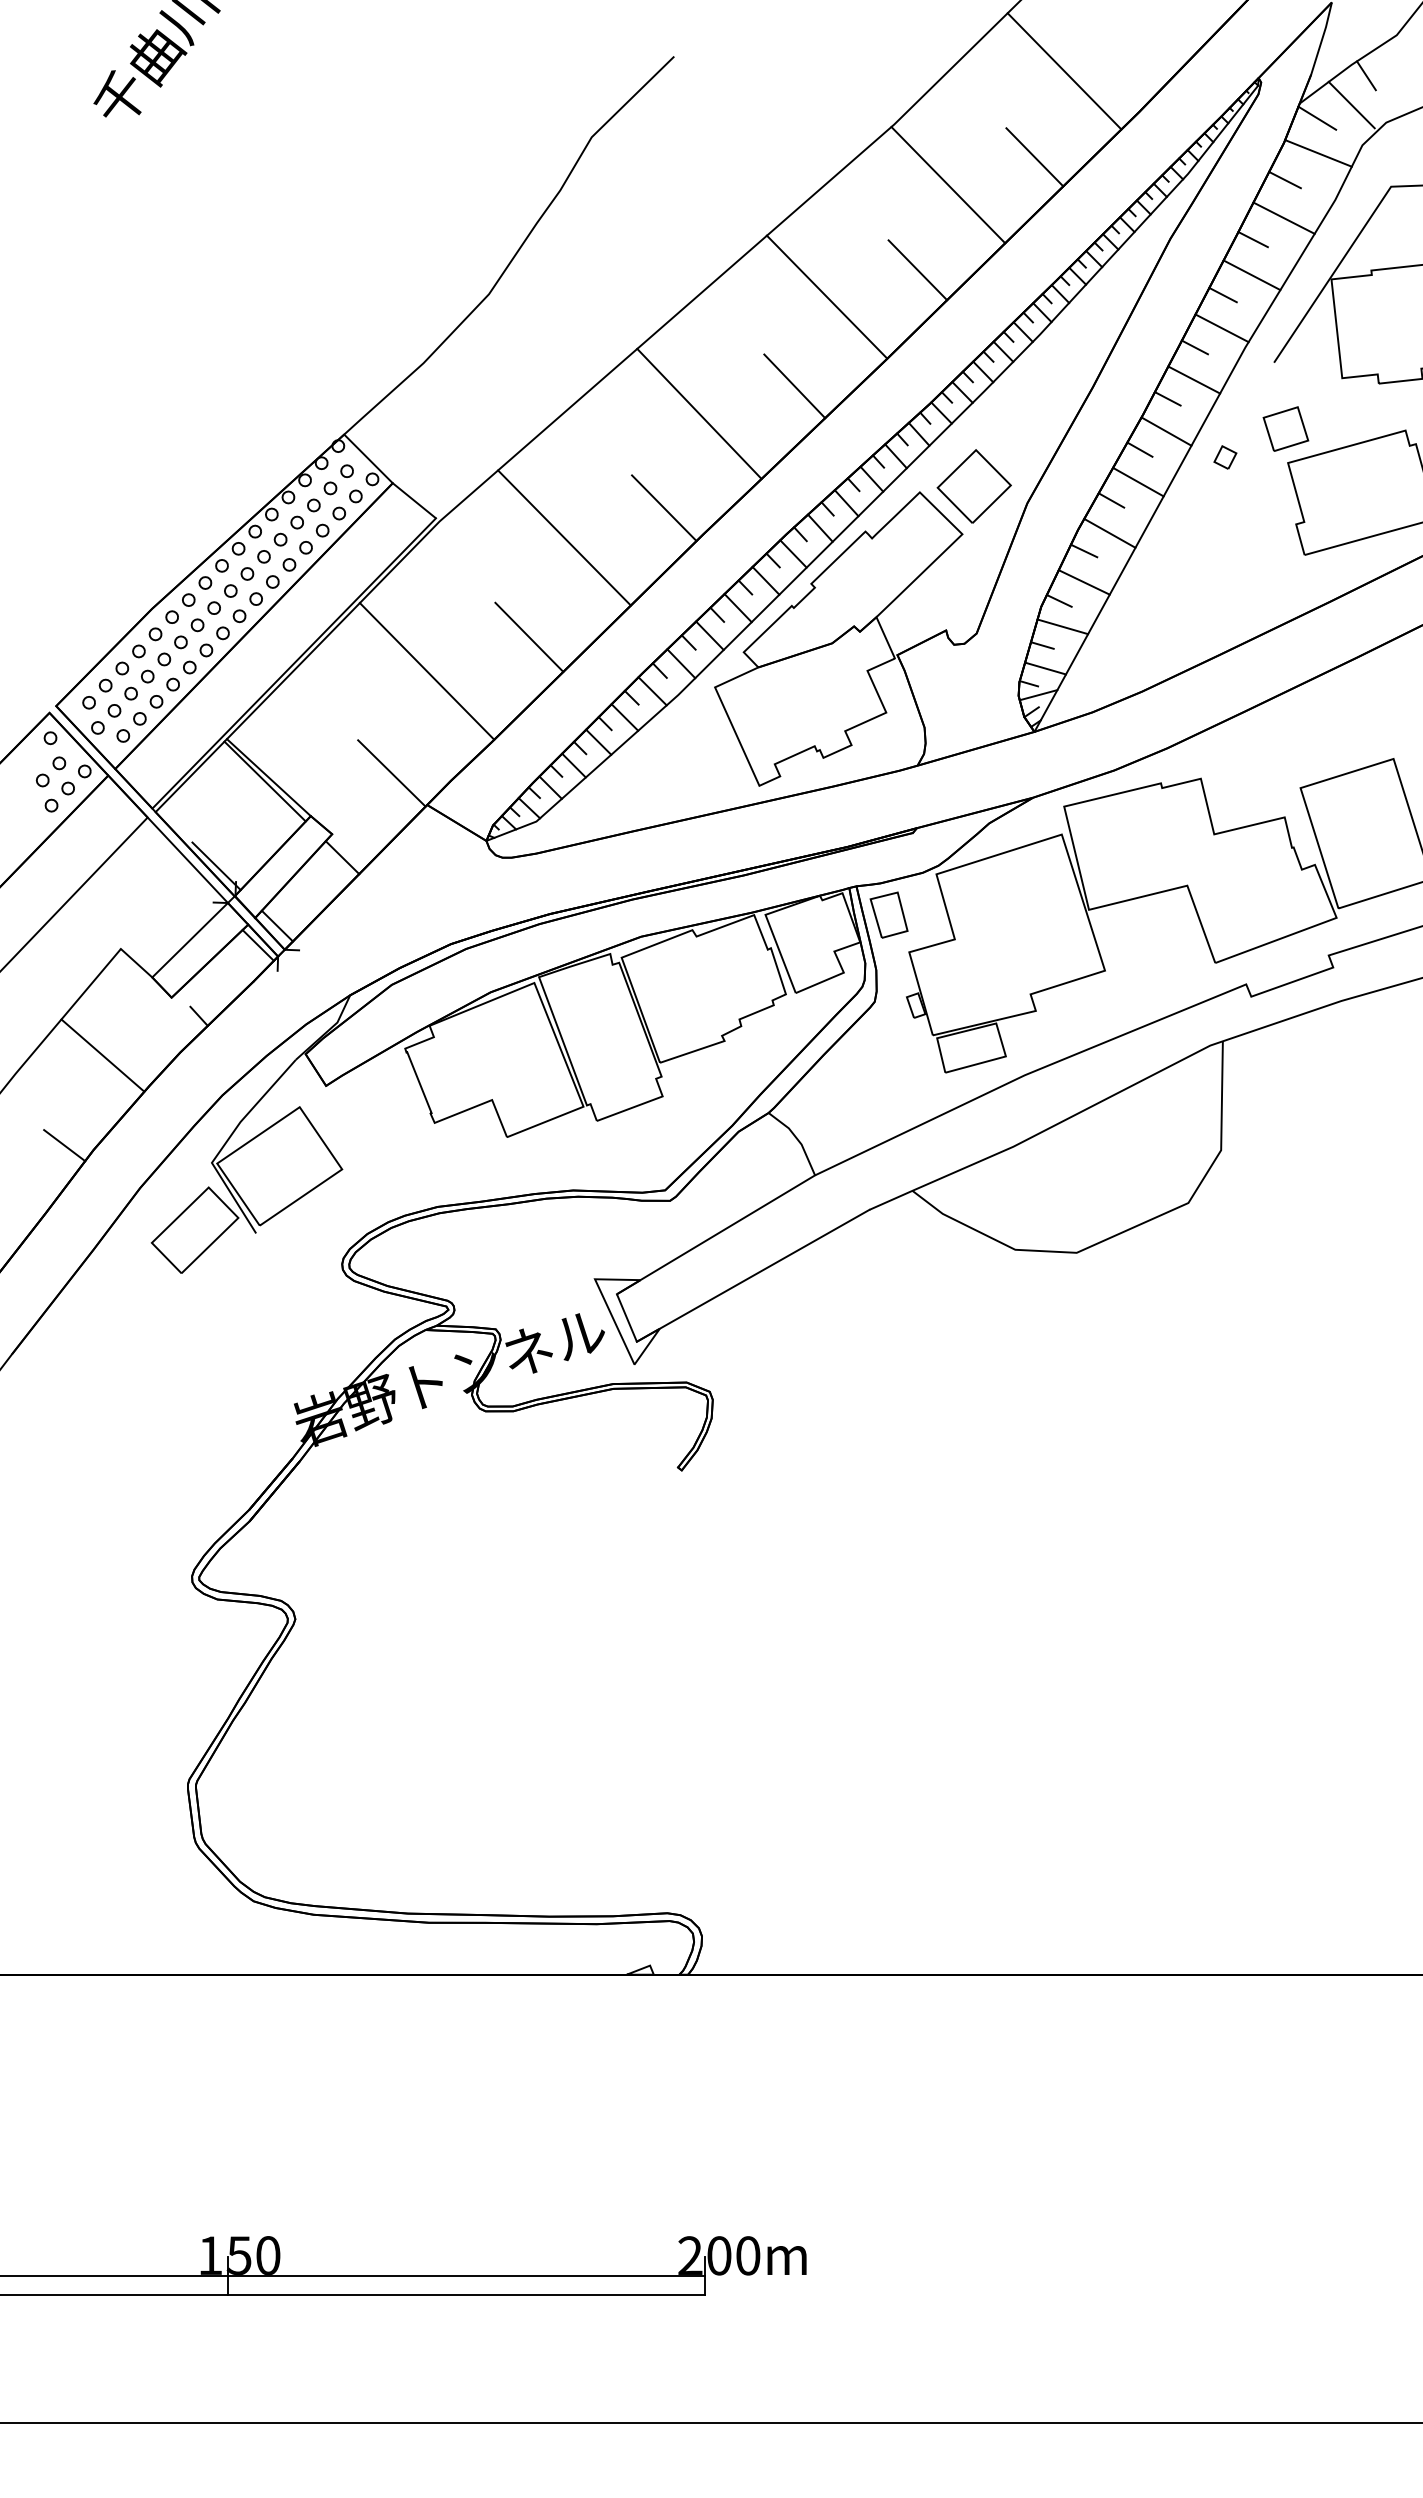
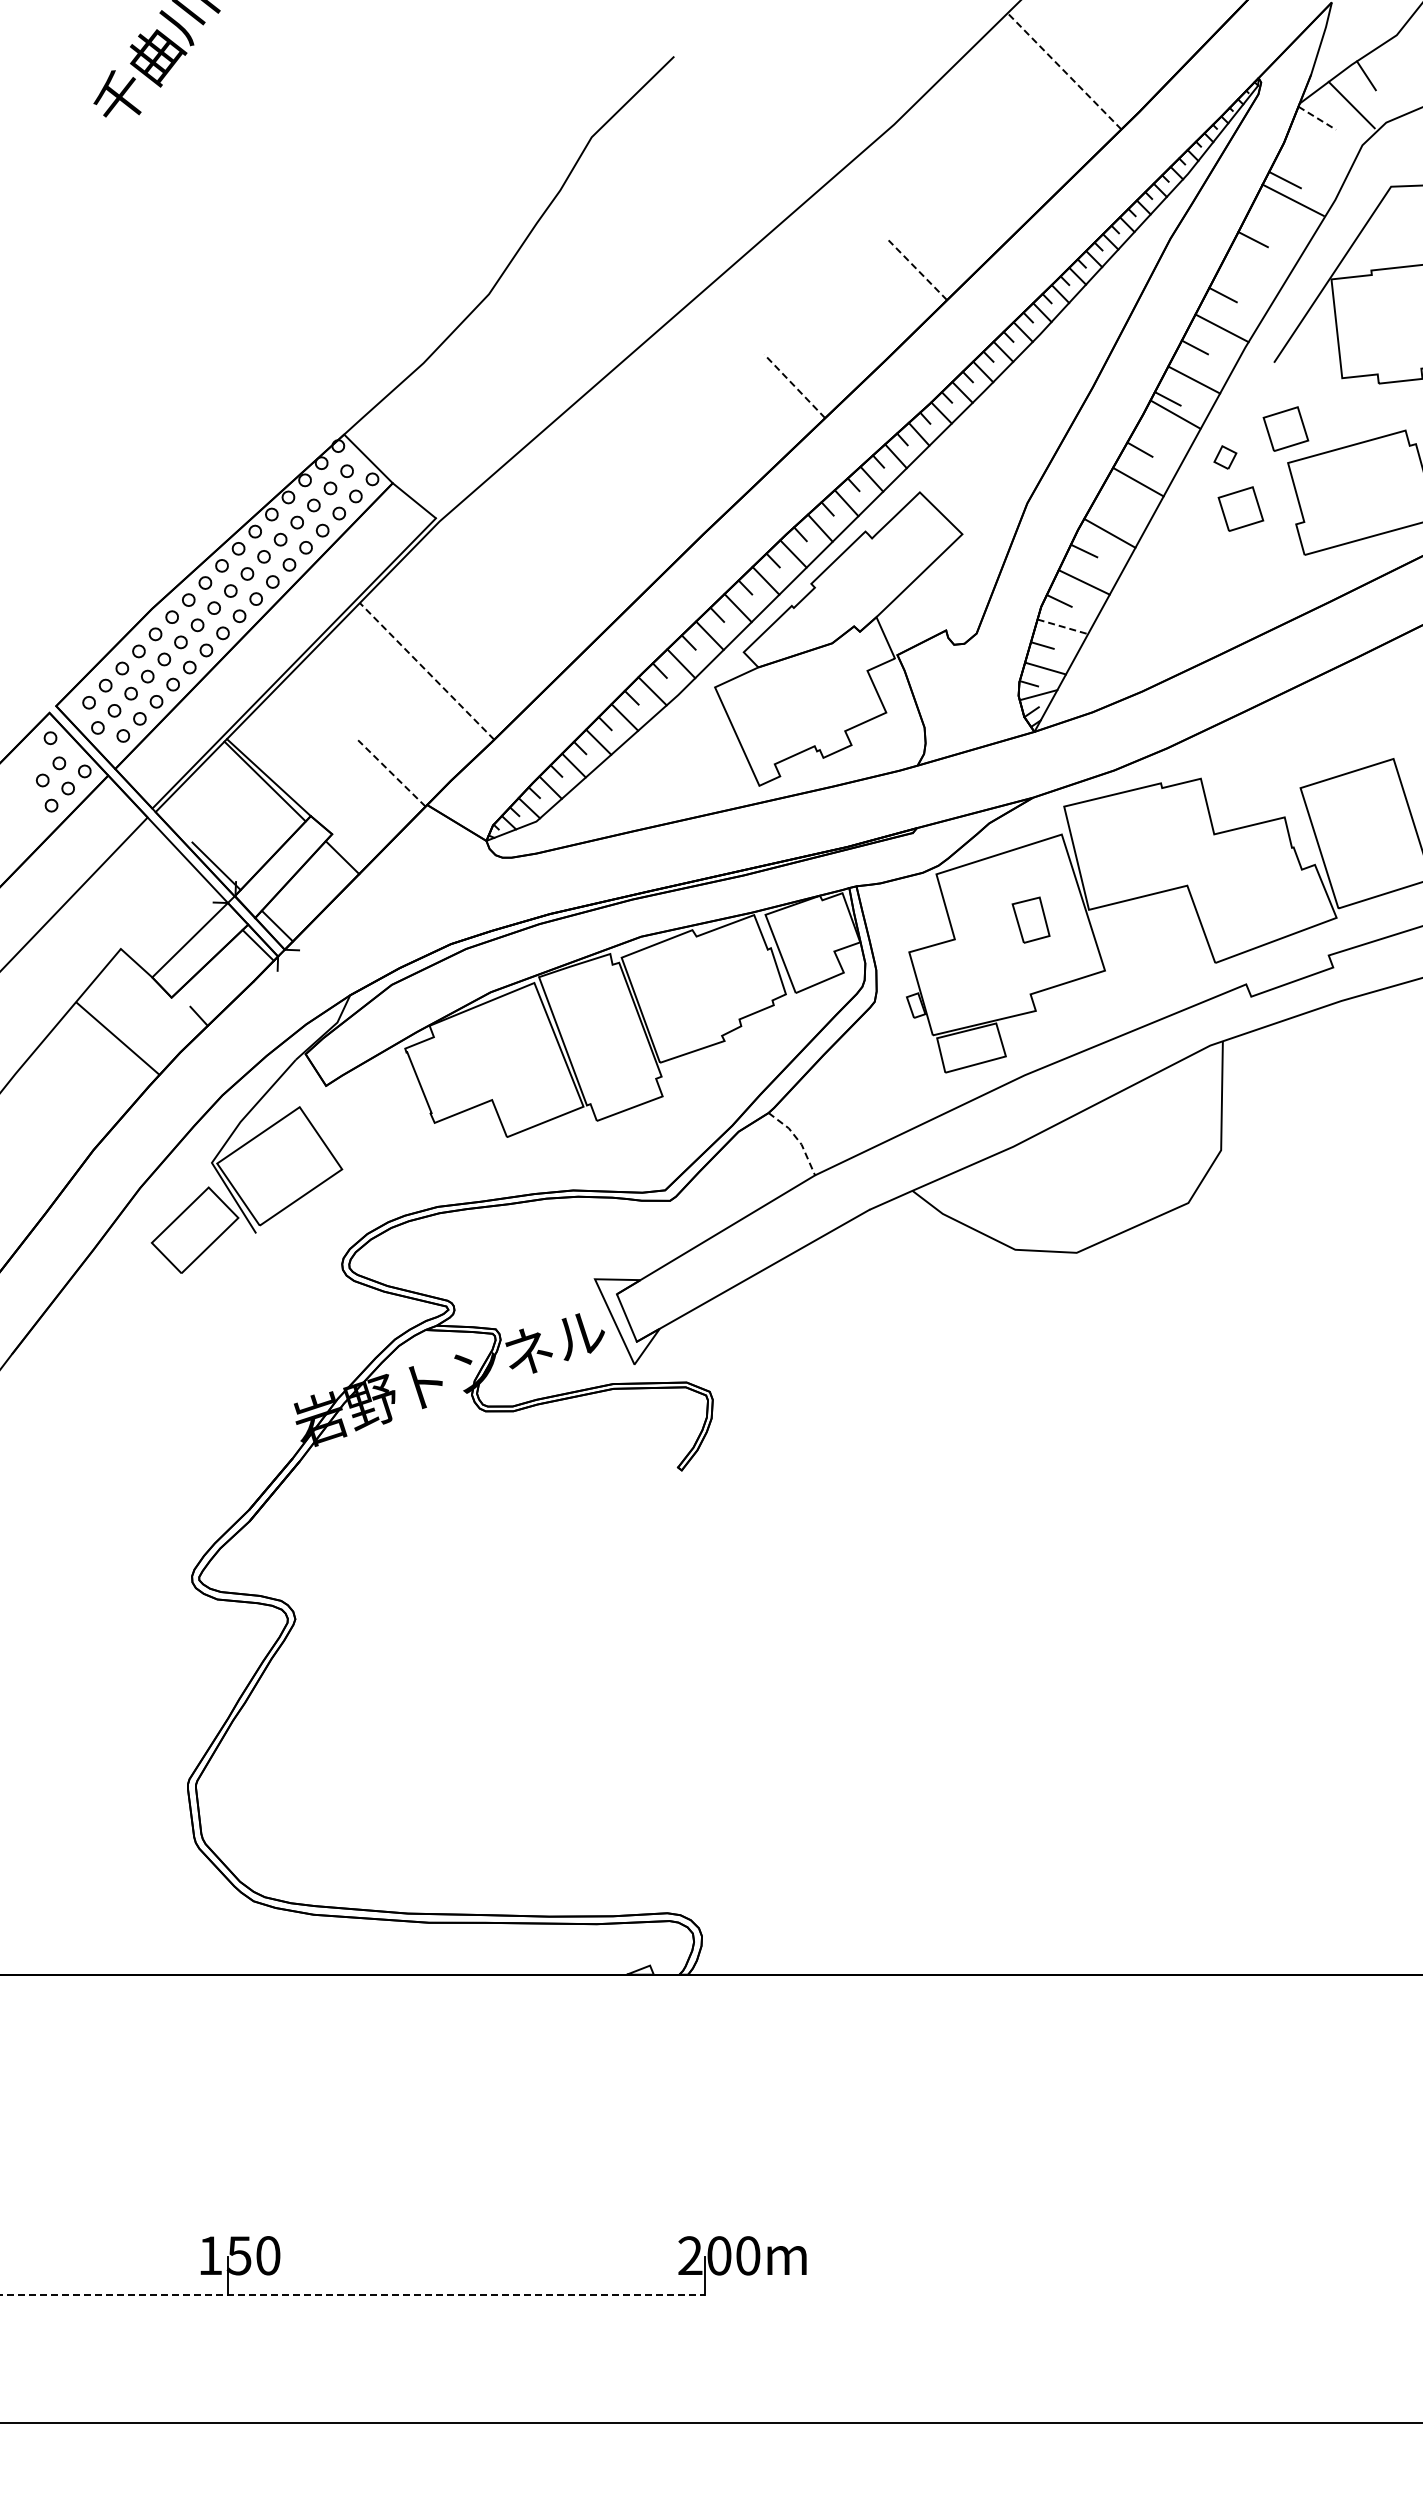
line at (1064, 71): solid -> dashed
line at (1317, 118): solid -> dashed
line at (1318, 153): present -> none
line at (1034, 157): present -> none
line at (948, 185): present -> none
line at (1283, 217) position: (1283, 217) -> (1292, 199)
line at (917, 270): solid -> dashed
line at (1251, 275): present -> none
line at (826, 296): present -> none
line at (794, 386): solid -> dashed
line at (699, 413): present -> none
line at (1166, 431) position: (1166, 431) -> (1175, 414)
part at (973, 486): present -> none
line at (1111, 500): present -> none
line at (664, 508): present -> none
part at (1240, 508): none -> present
line at (564, 537): present -> none
line at (1063, 626): solid -> dashed
line at (529, 636): present -> none
line at (427, 671): solid -> dashed
line at (391, 773): solid -> dashed
part at (888, 914) position: (888, 914) -> (1030, 919)
line at (102, 1055) position: (102, 1055) -> (117, 1038)
line at (797, 1139): solid -> dashed
line at (64, 1145): present -> none
line at (353, 2276): present -> none
line at (352, 2295): solid -> dashed
